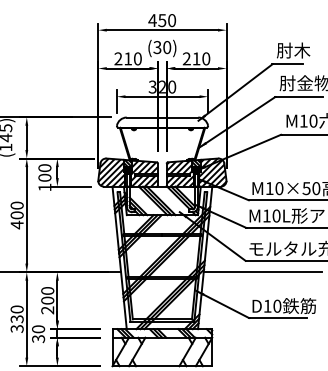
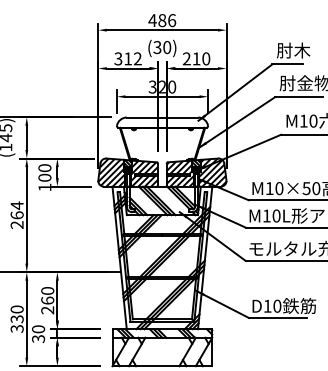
text at (167, 20): 450 -> 486
text at (127, 58): 210 -> 312
text at (16, 215): 400 -> 264
line at (262, 272): present -> none
text at (47, 300): 200 -> 260
